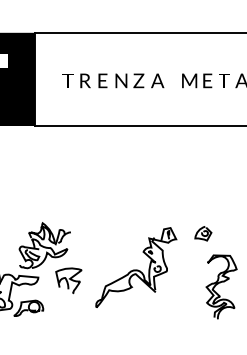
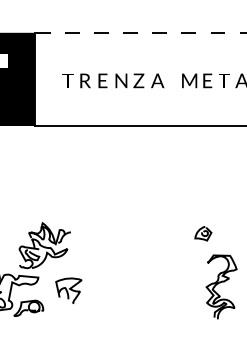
line at (140, 33): solid -> dashed
part at (136, 267): present -> none
part at (68, 280) position: (68, 280) -> (68, 290)
